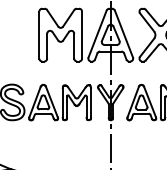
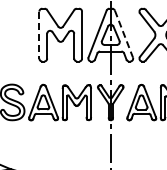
line at (124, 34): solid -> dashed
line at (39, 35): solid -> dashed
